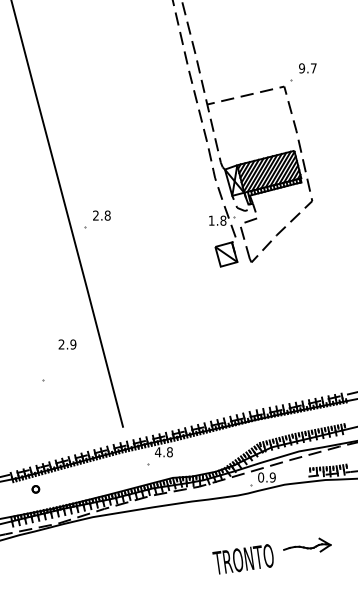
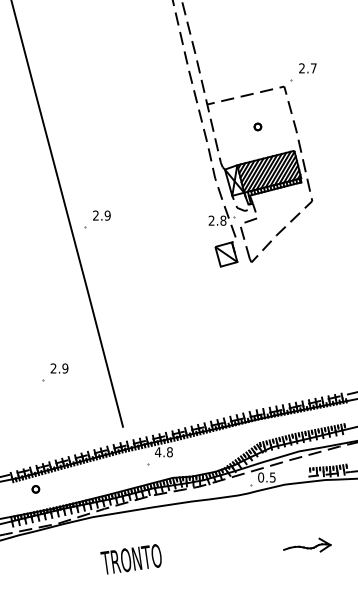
text at (302, 68): 9.7 -> 2.7
part at (257, 126): none -> present
text at (107, 215): 2.8 -> 2.9
text at (211, 220): 1.8 -> 2.8
text at (67, 344) position: (67, 344) -> (59, 368)
text at (272, 477): 0.9 -> 0.5
text at (242, 559) position: (242, 559) -> (130, 559)
